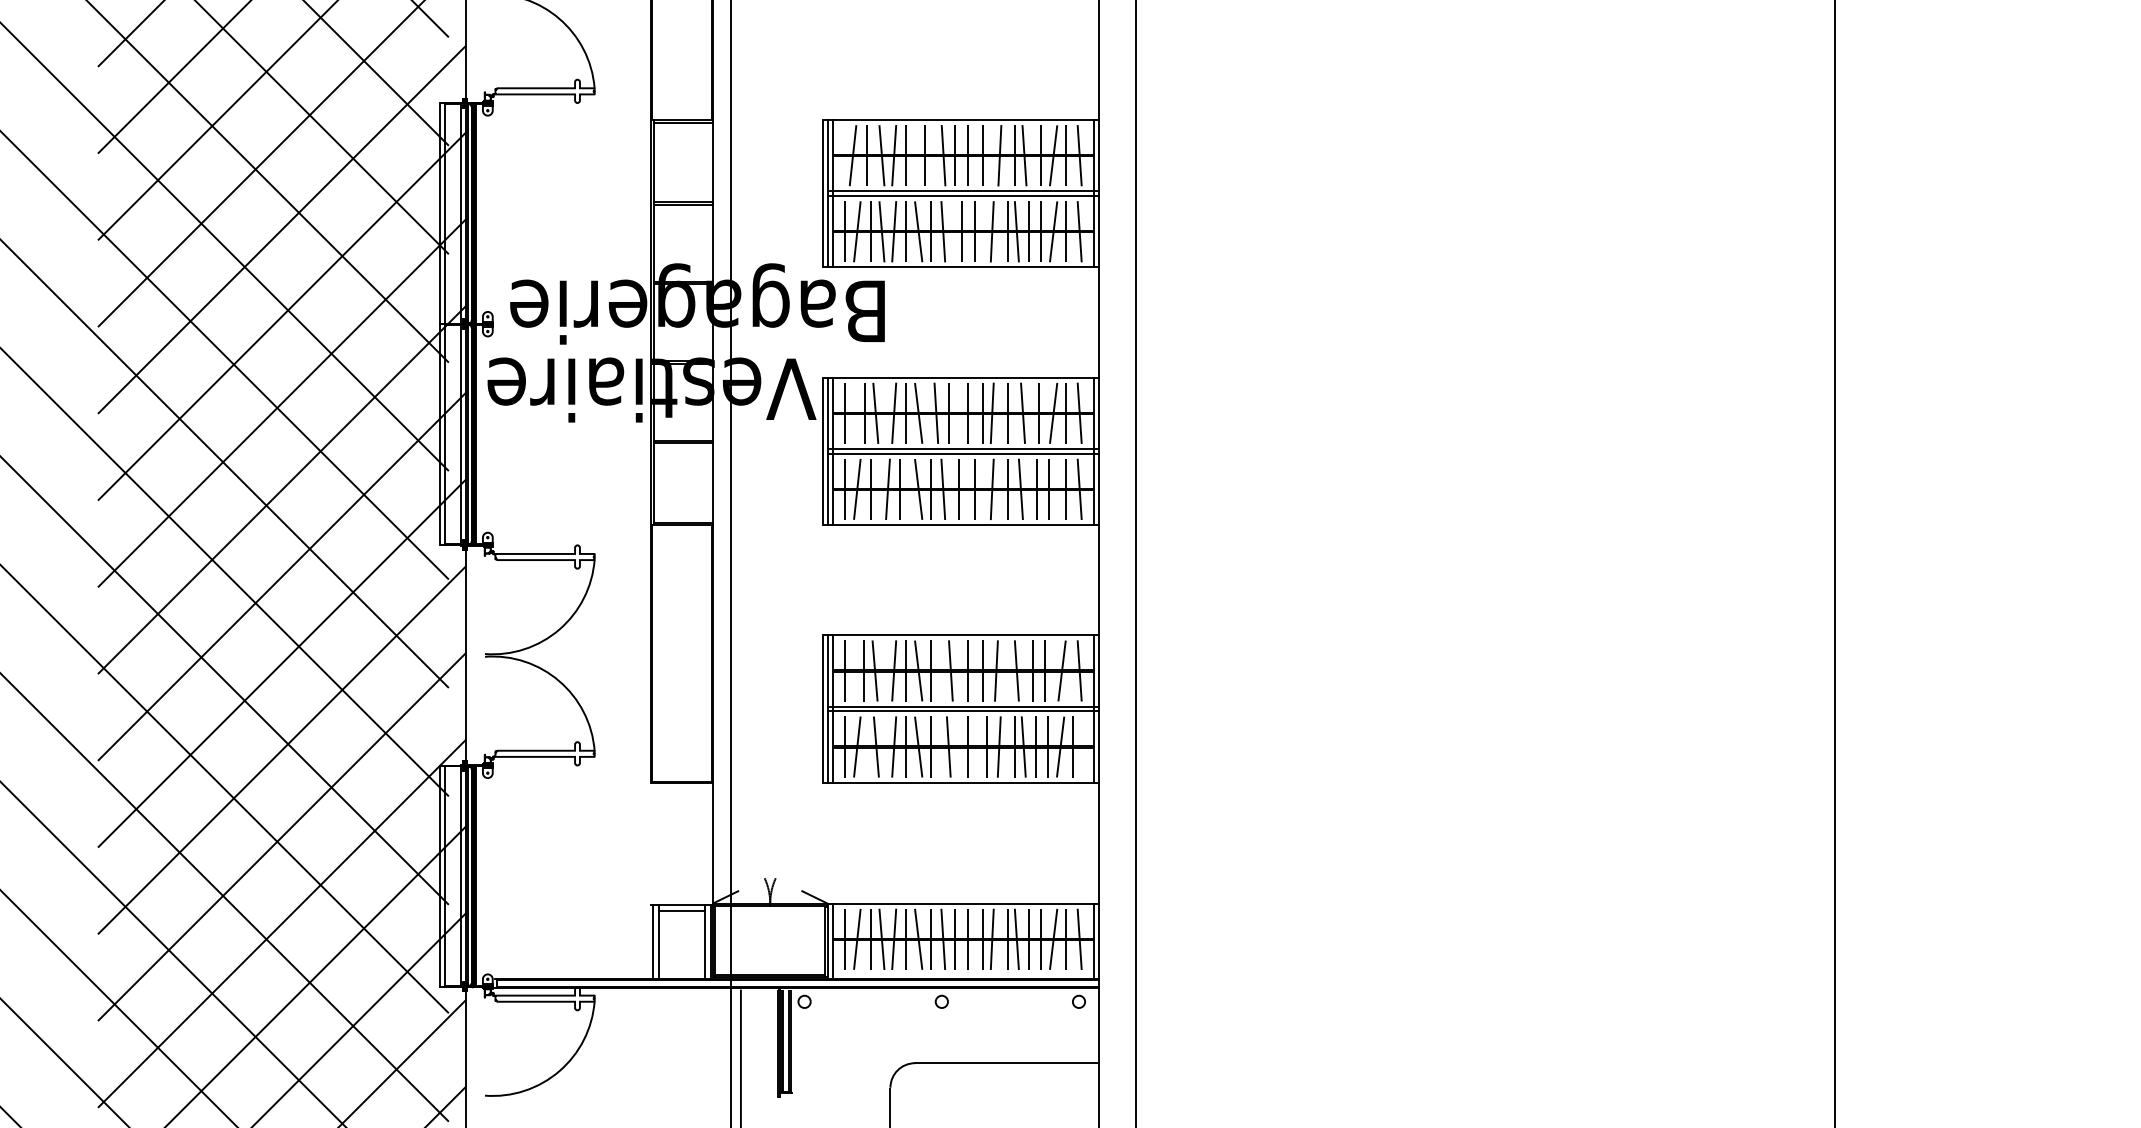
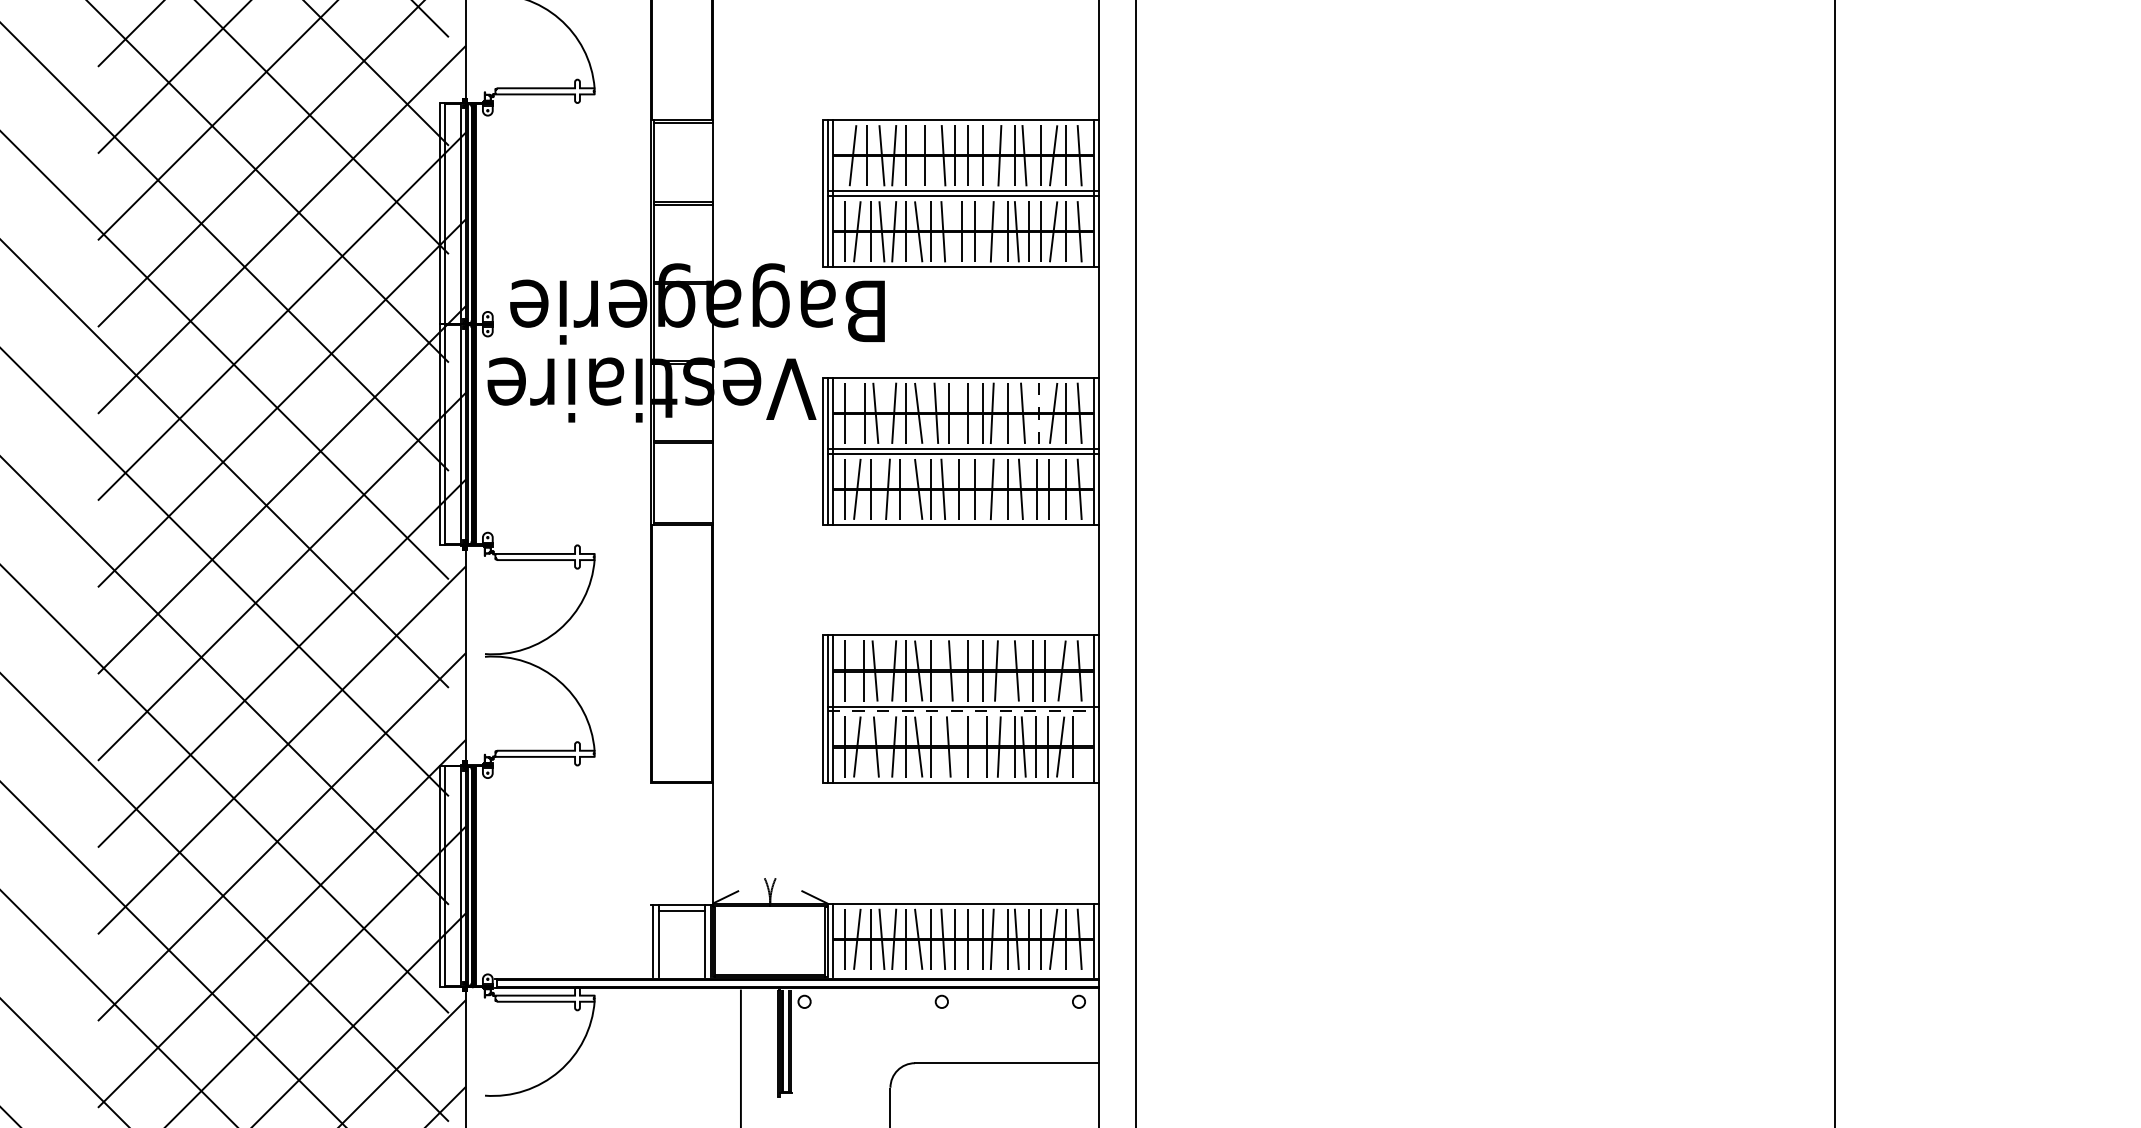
line at (1039, 413): solid -> dashed
line at (731, 563): present -> none
line at (963, 711): solid -> dashed
